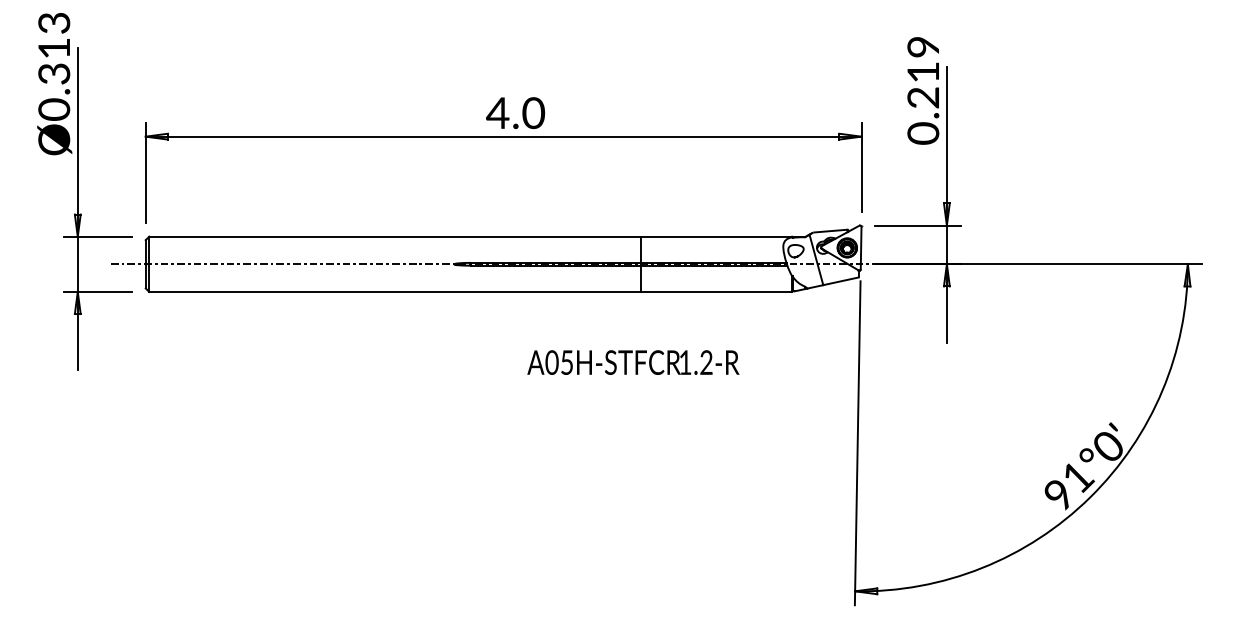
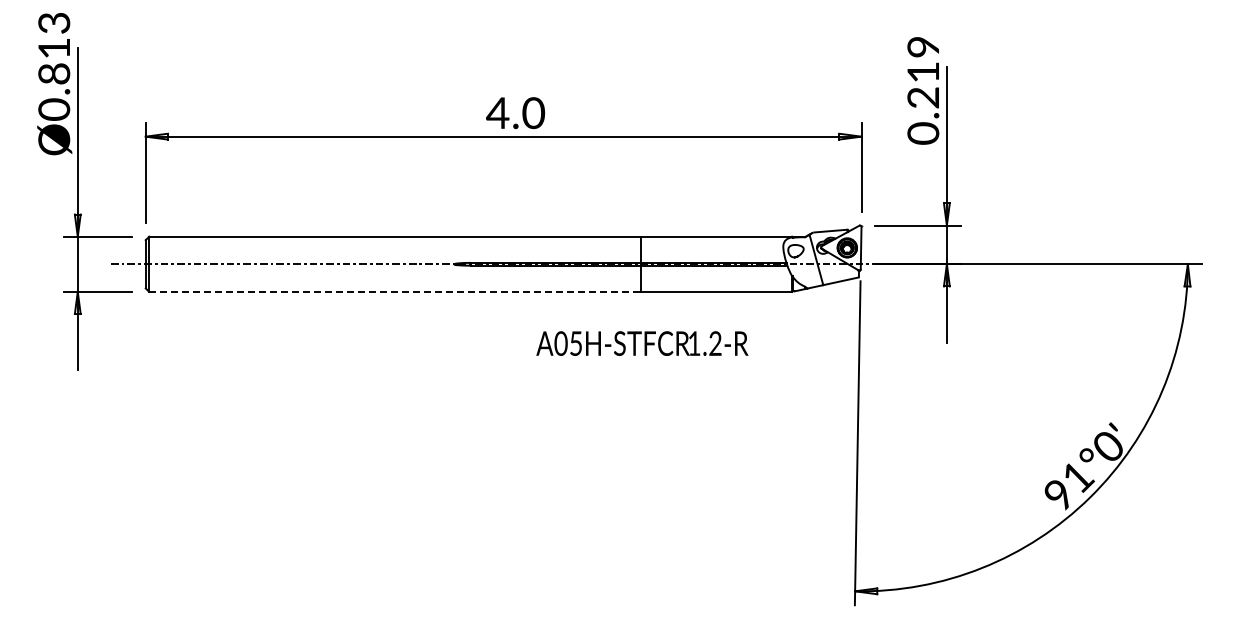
text at (53, 73): Ø0.313 -> Ø0.813
line at (394, 291): solid -> dashed
text at (633, 362) position: (633, 362) -> (642, 343)
